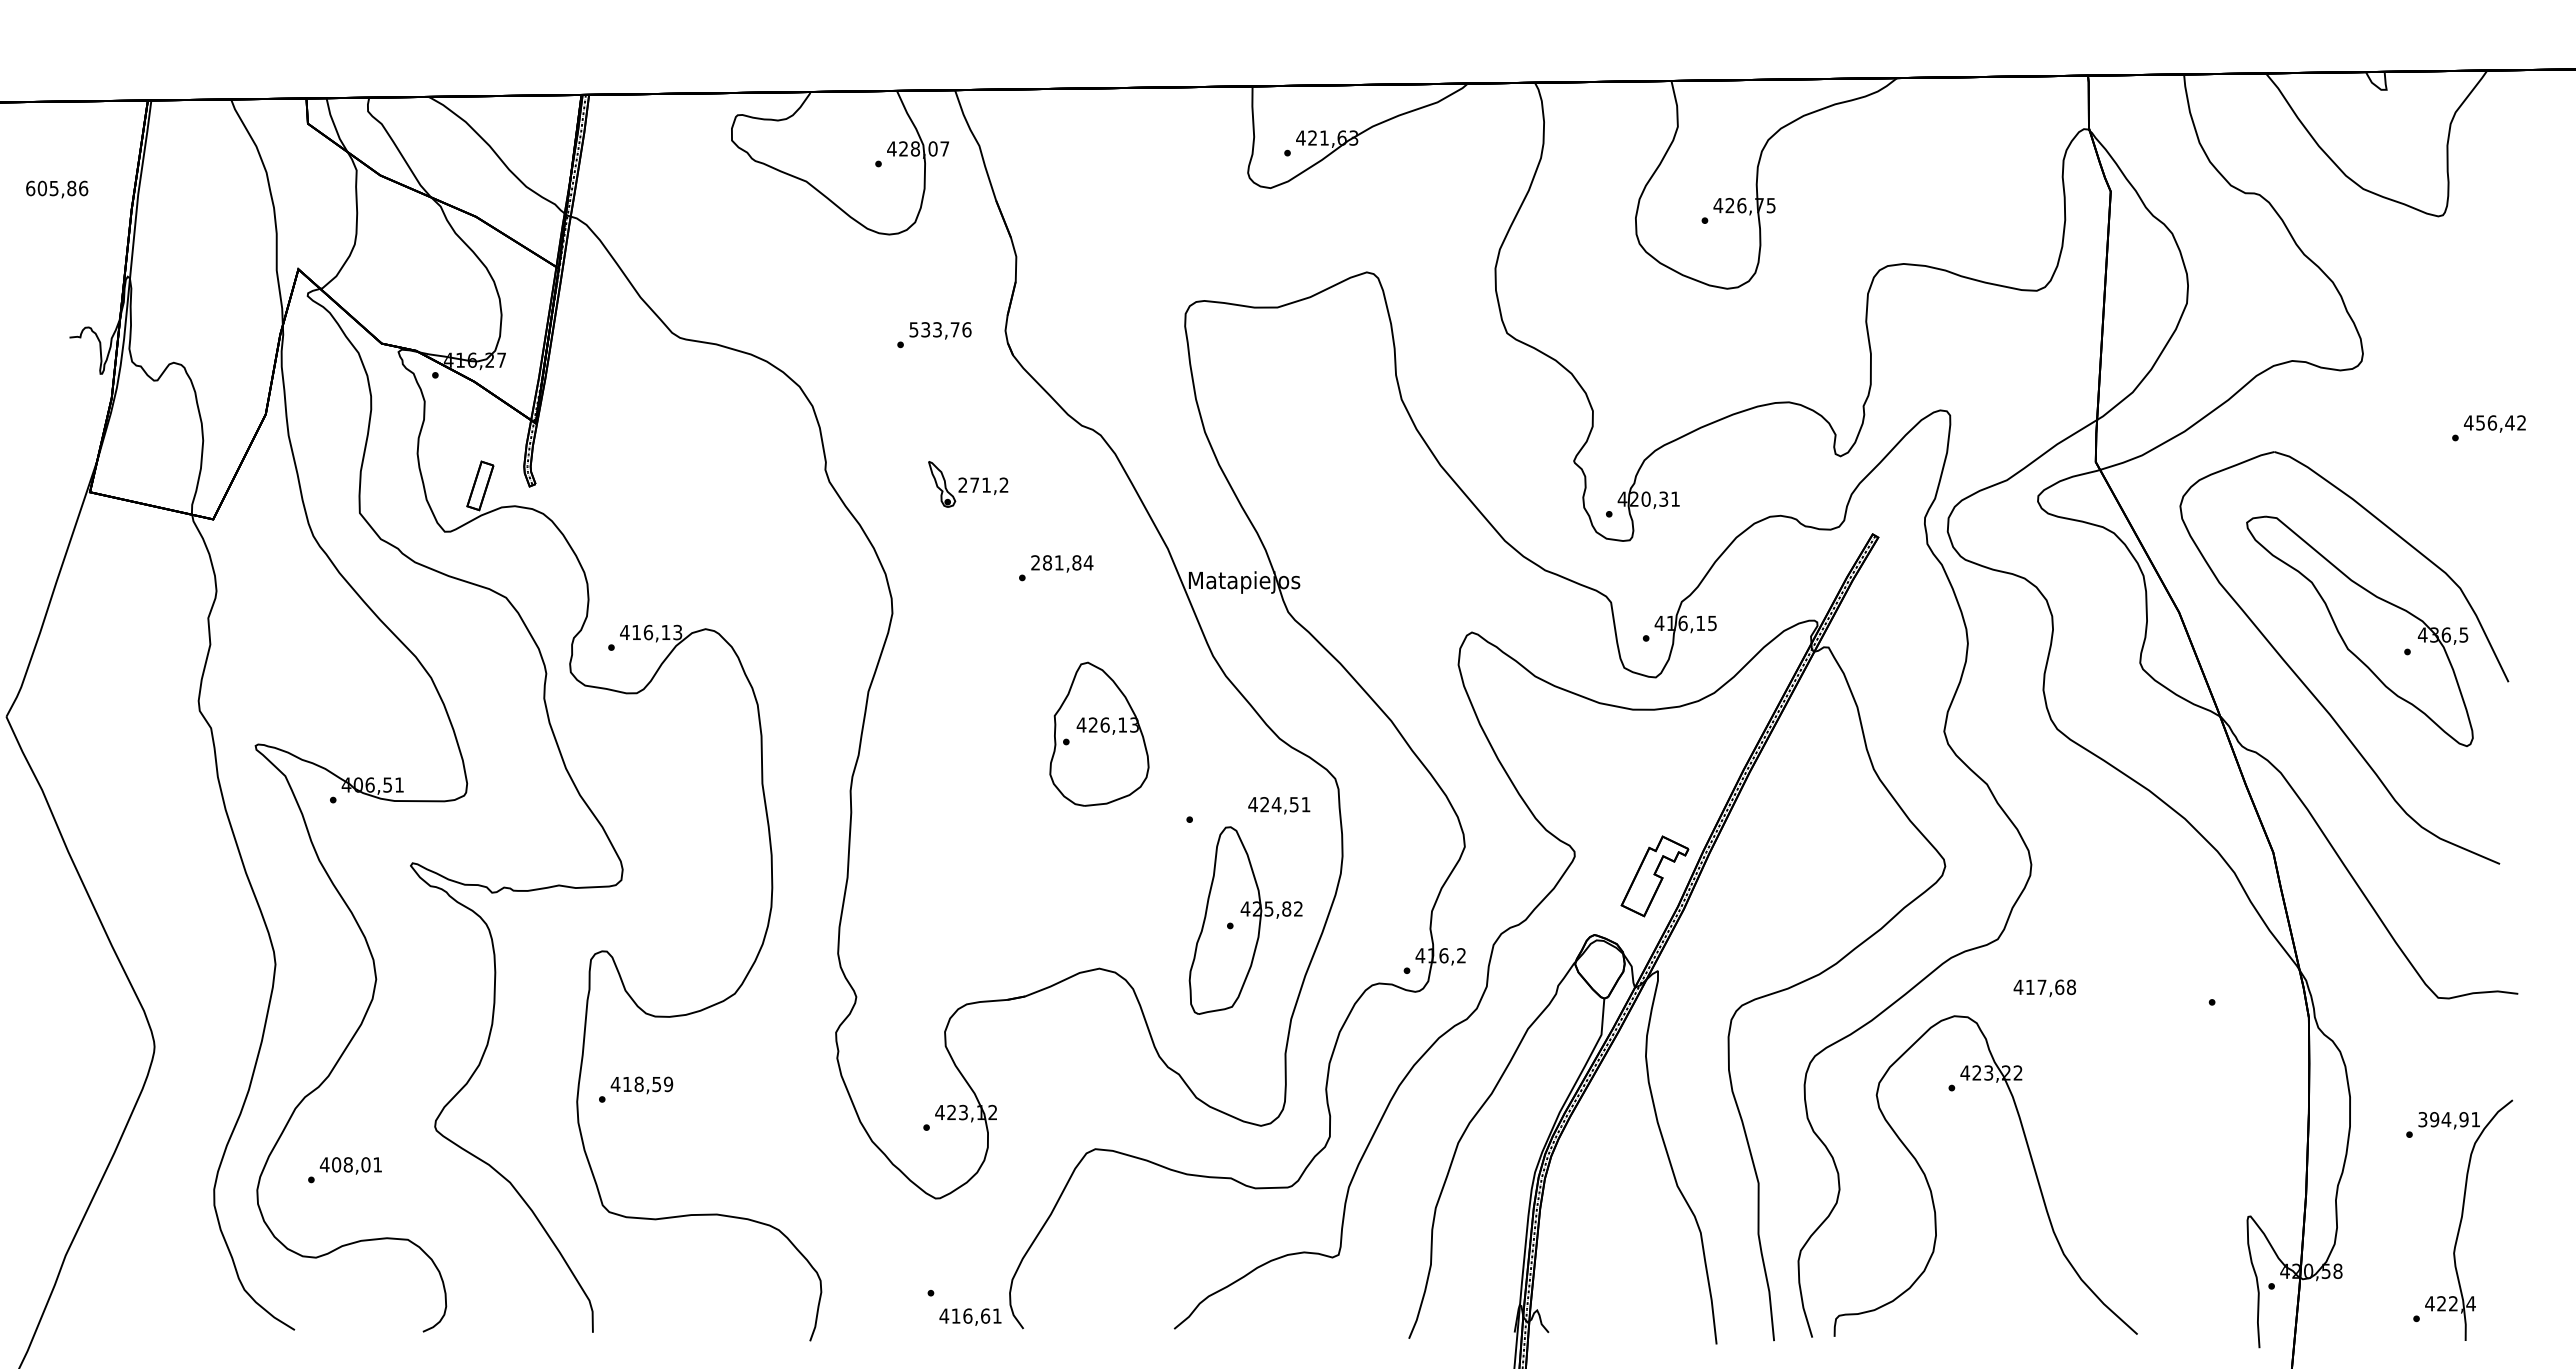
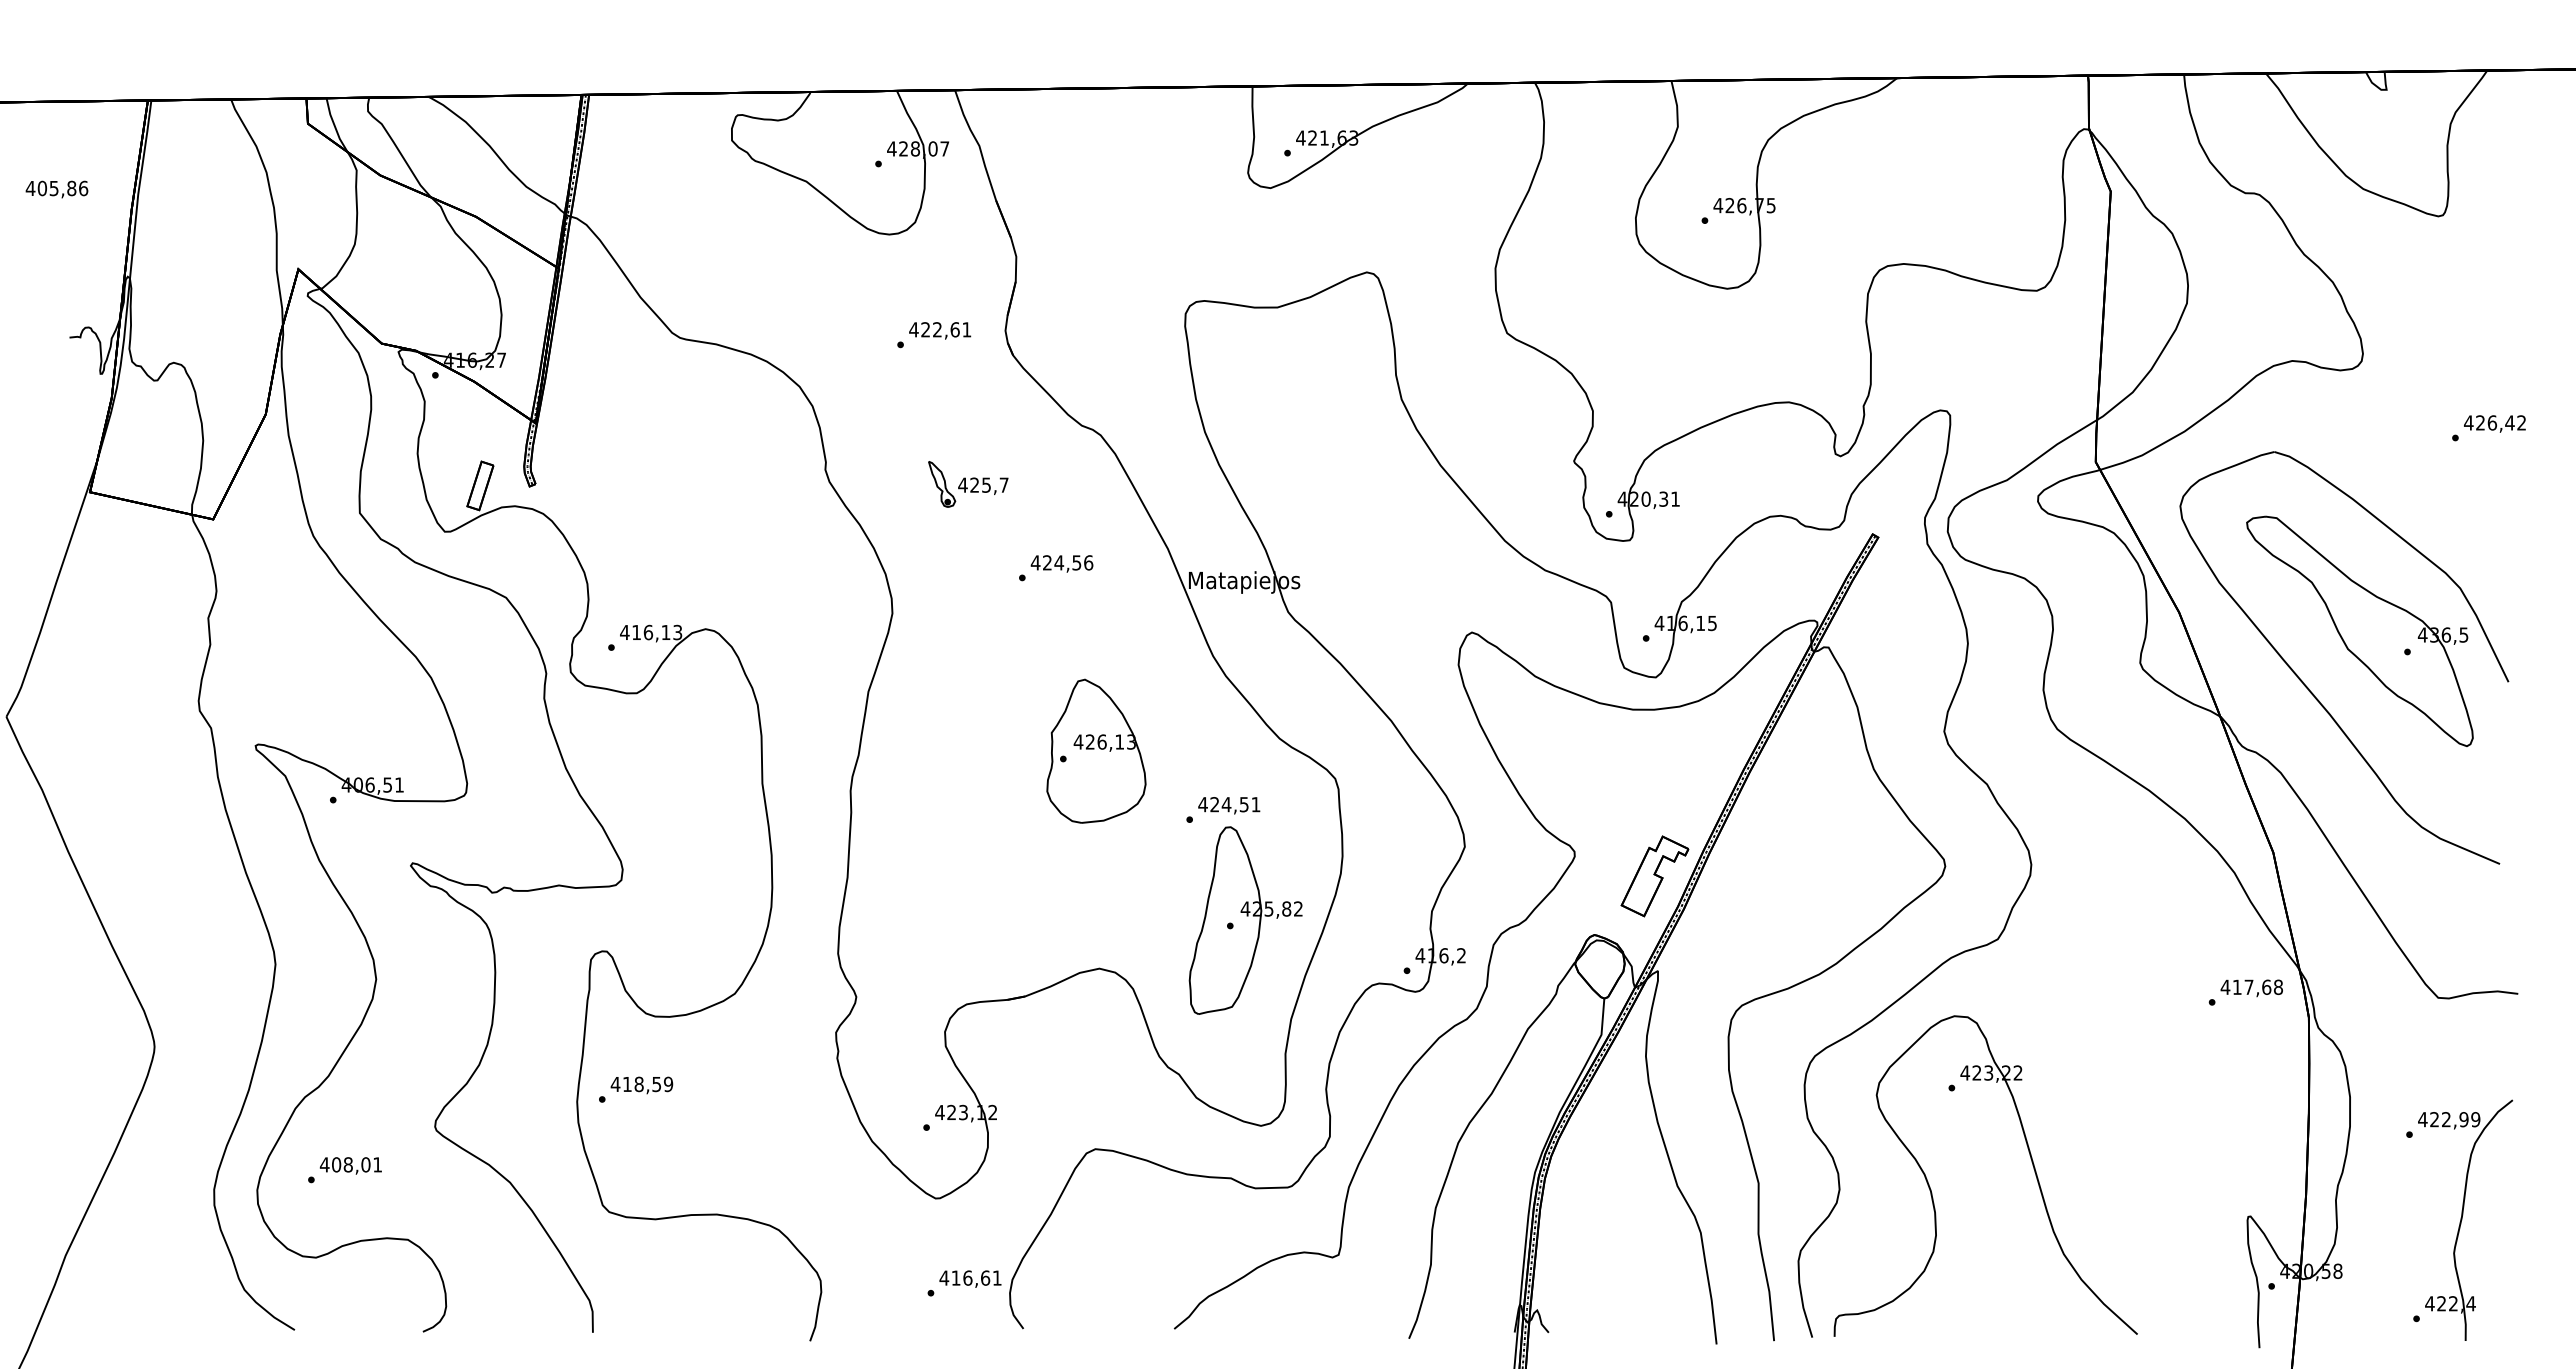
text at (30, 188): 605,86 -> 405,86
text at (940, 329): 533,76 -> 422,61
text at (2480, 422): 456,42 -> 426,42
text at (983, 484): 271,2 -> 425,7
text at (1061, 562): 281,84 -> 424,56
part at (1099, 733) position: (1099, 733) -> (1096, 750)
text at (1279, 805) position: (1279, 805) -> (1229, 805)
text at (2044, 988) position: (2044, 988) -> (2251, 988)
text at (2449, 1119): 394,91 -> 422,99
text at (970, 1316) position: (970, 1316) -> (970, 1278)
